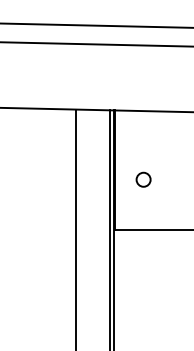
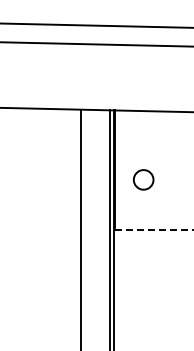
circle at (143, 179) size: 17x17 px -> 22x22 px
line at (76, 228) position: (76, 228) -> (81, 228)
line at (154, 230): solid -> dashed
